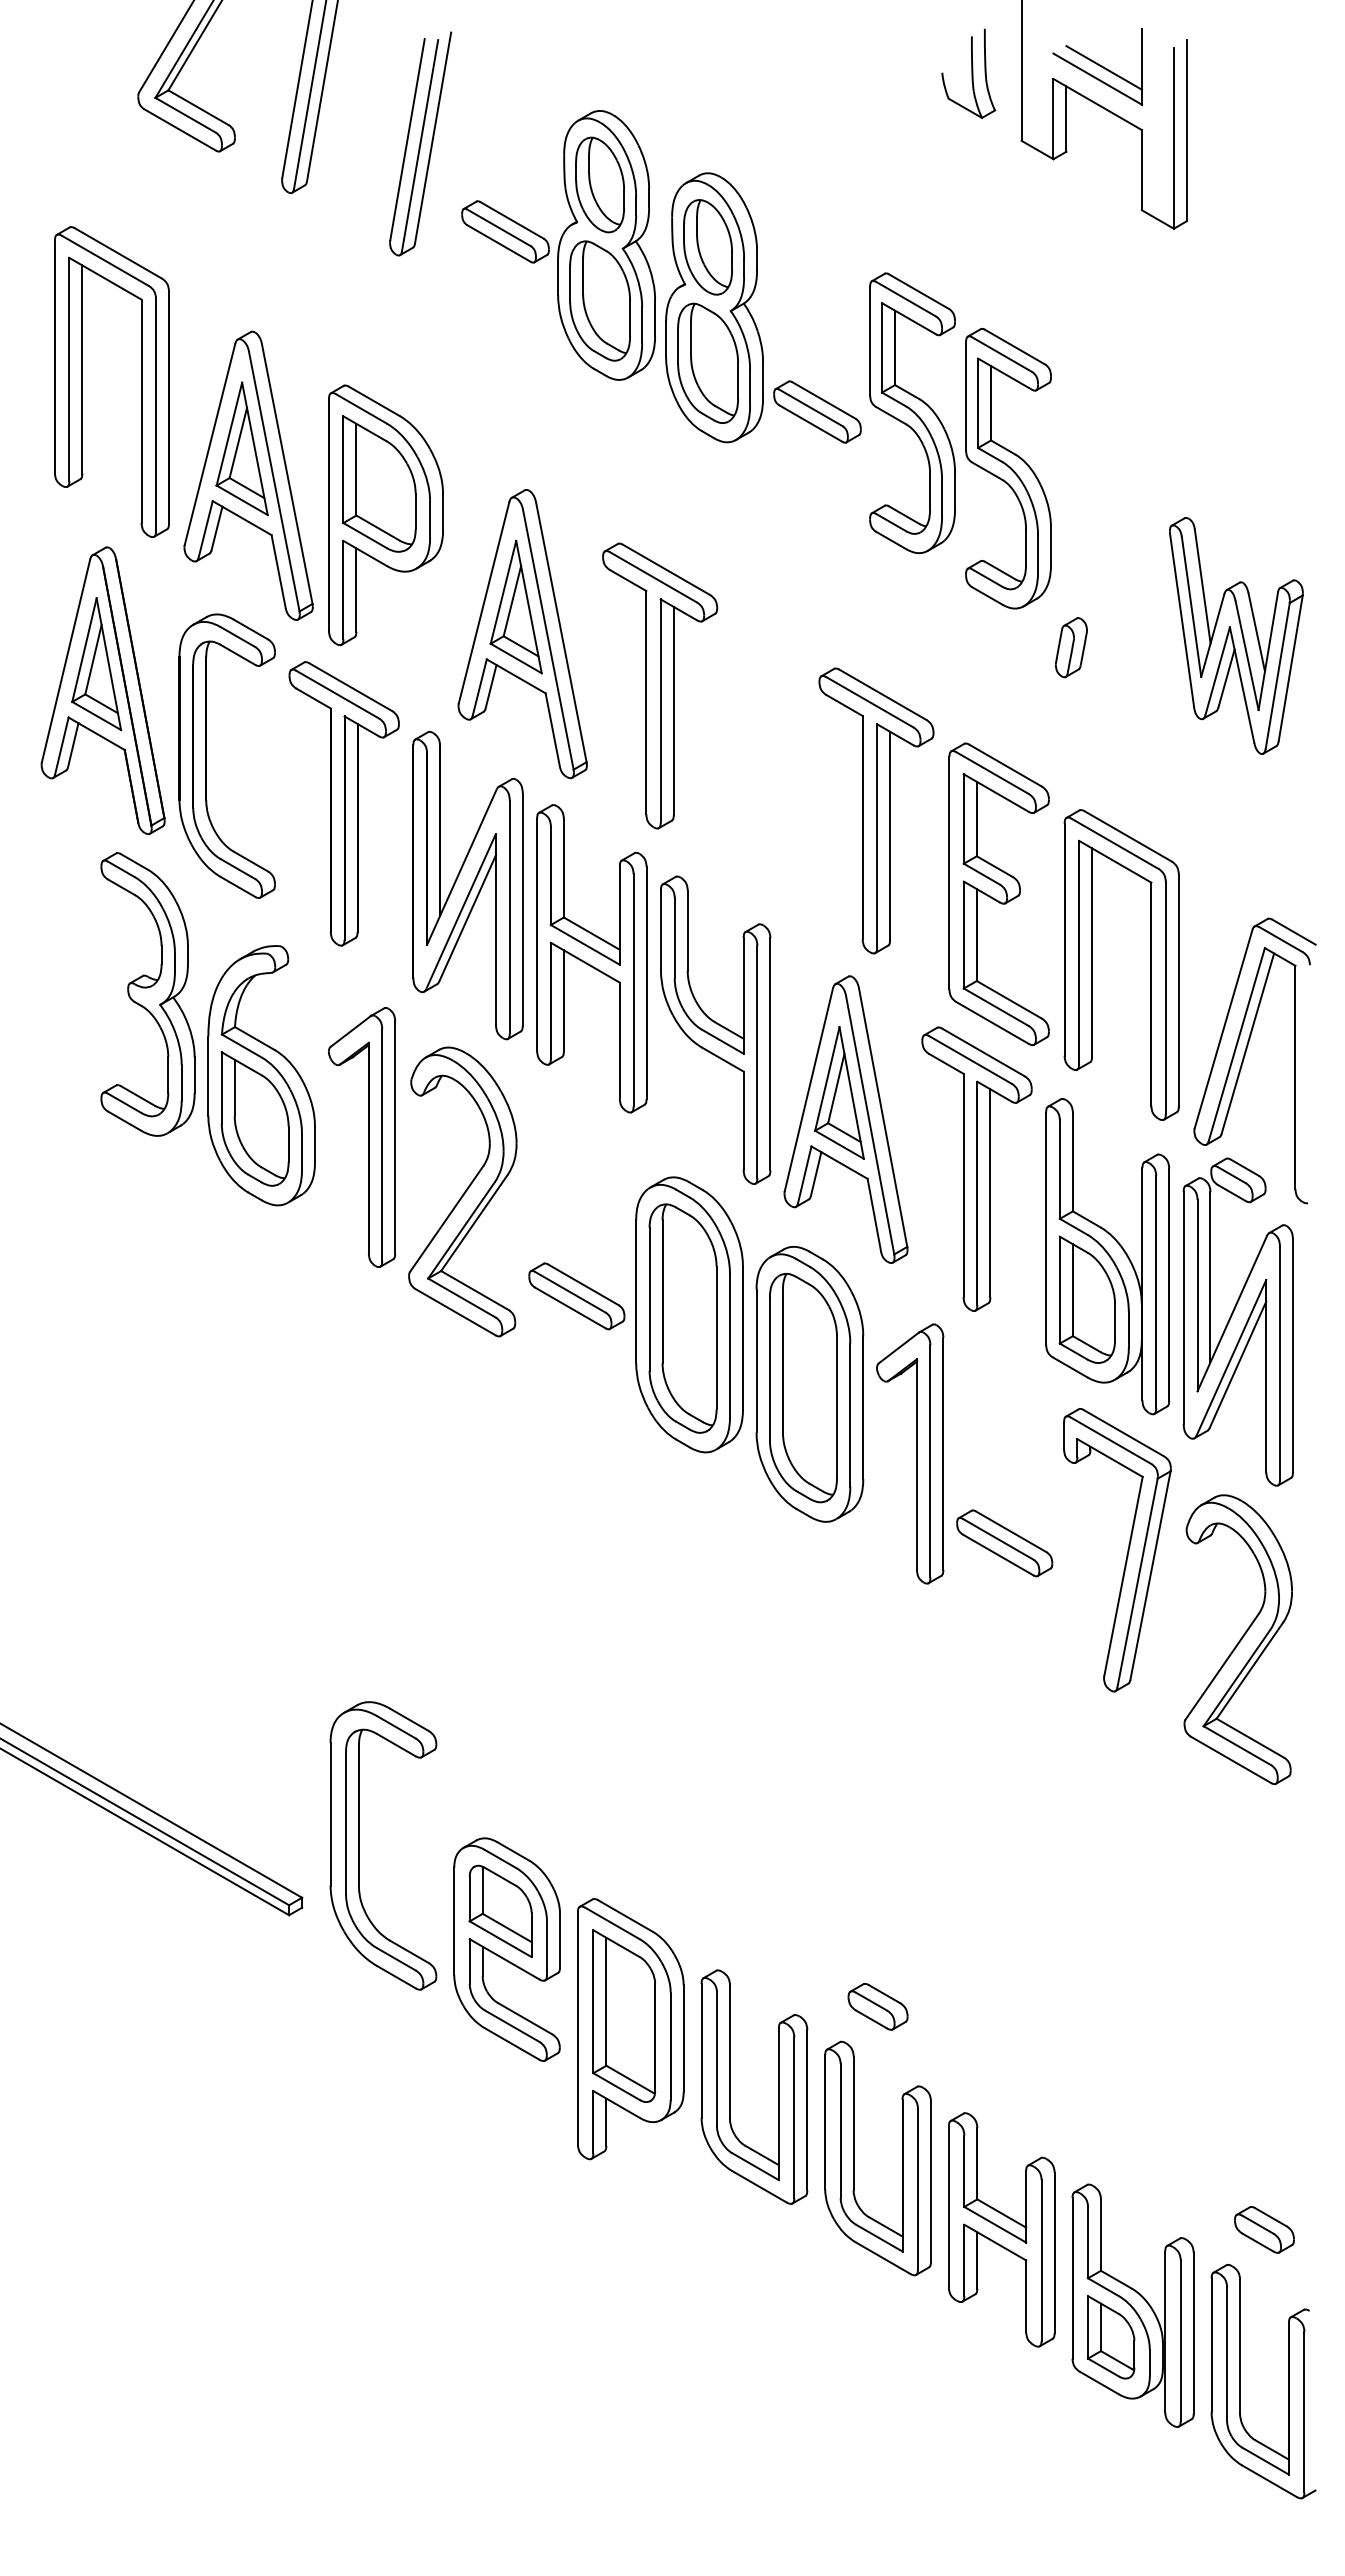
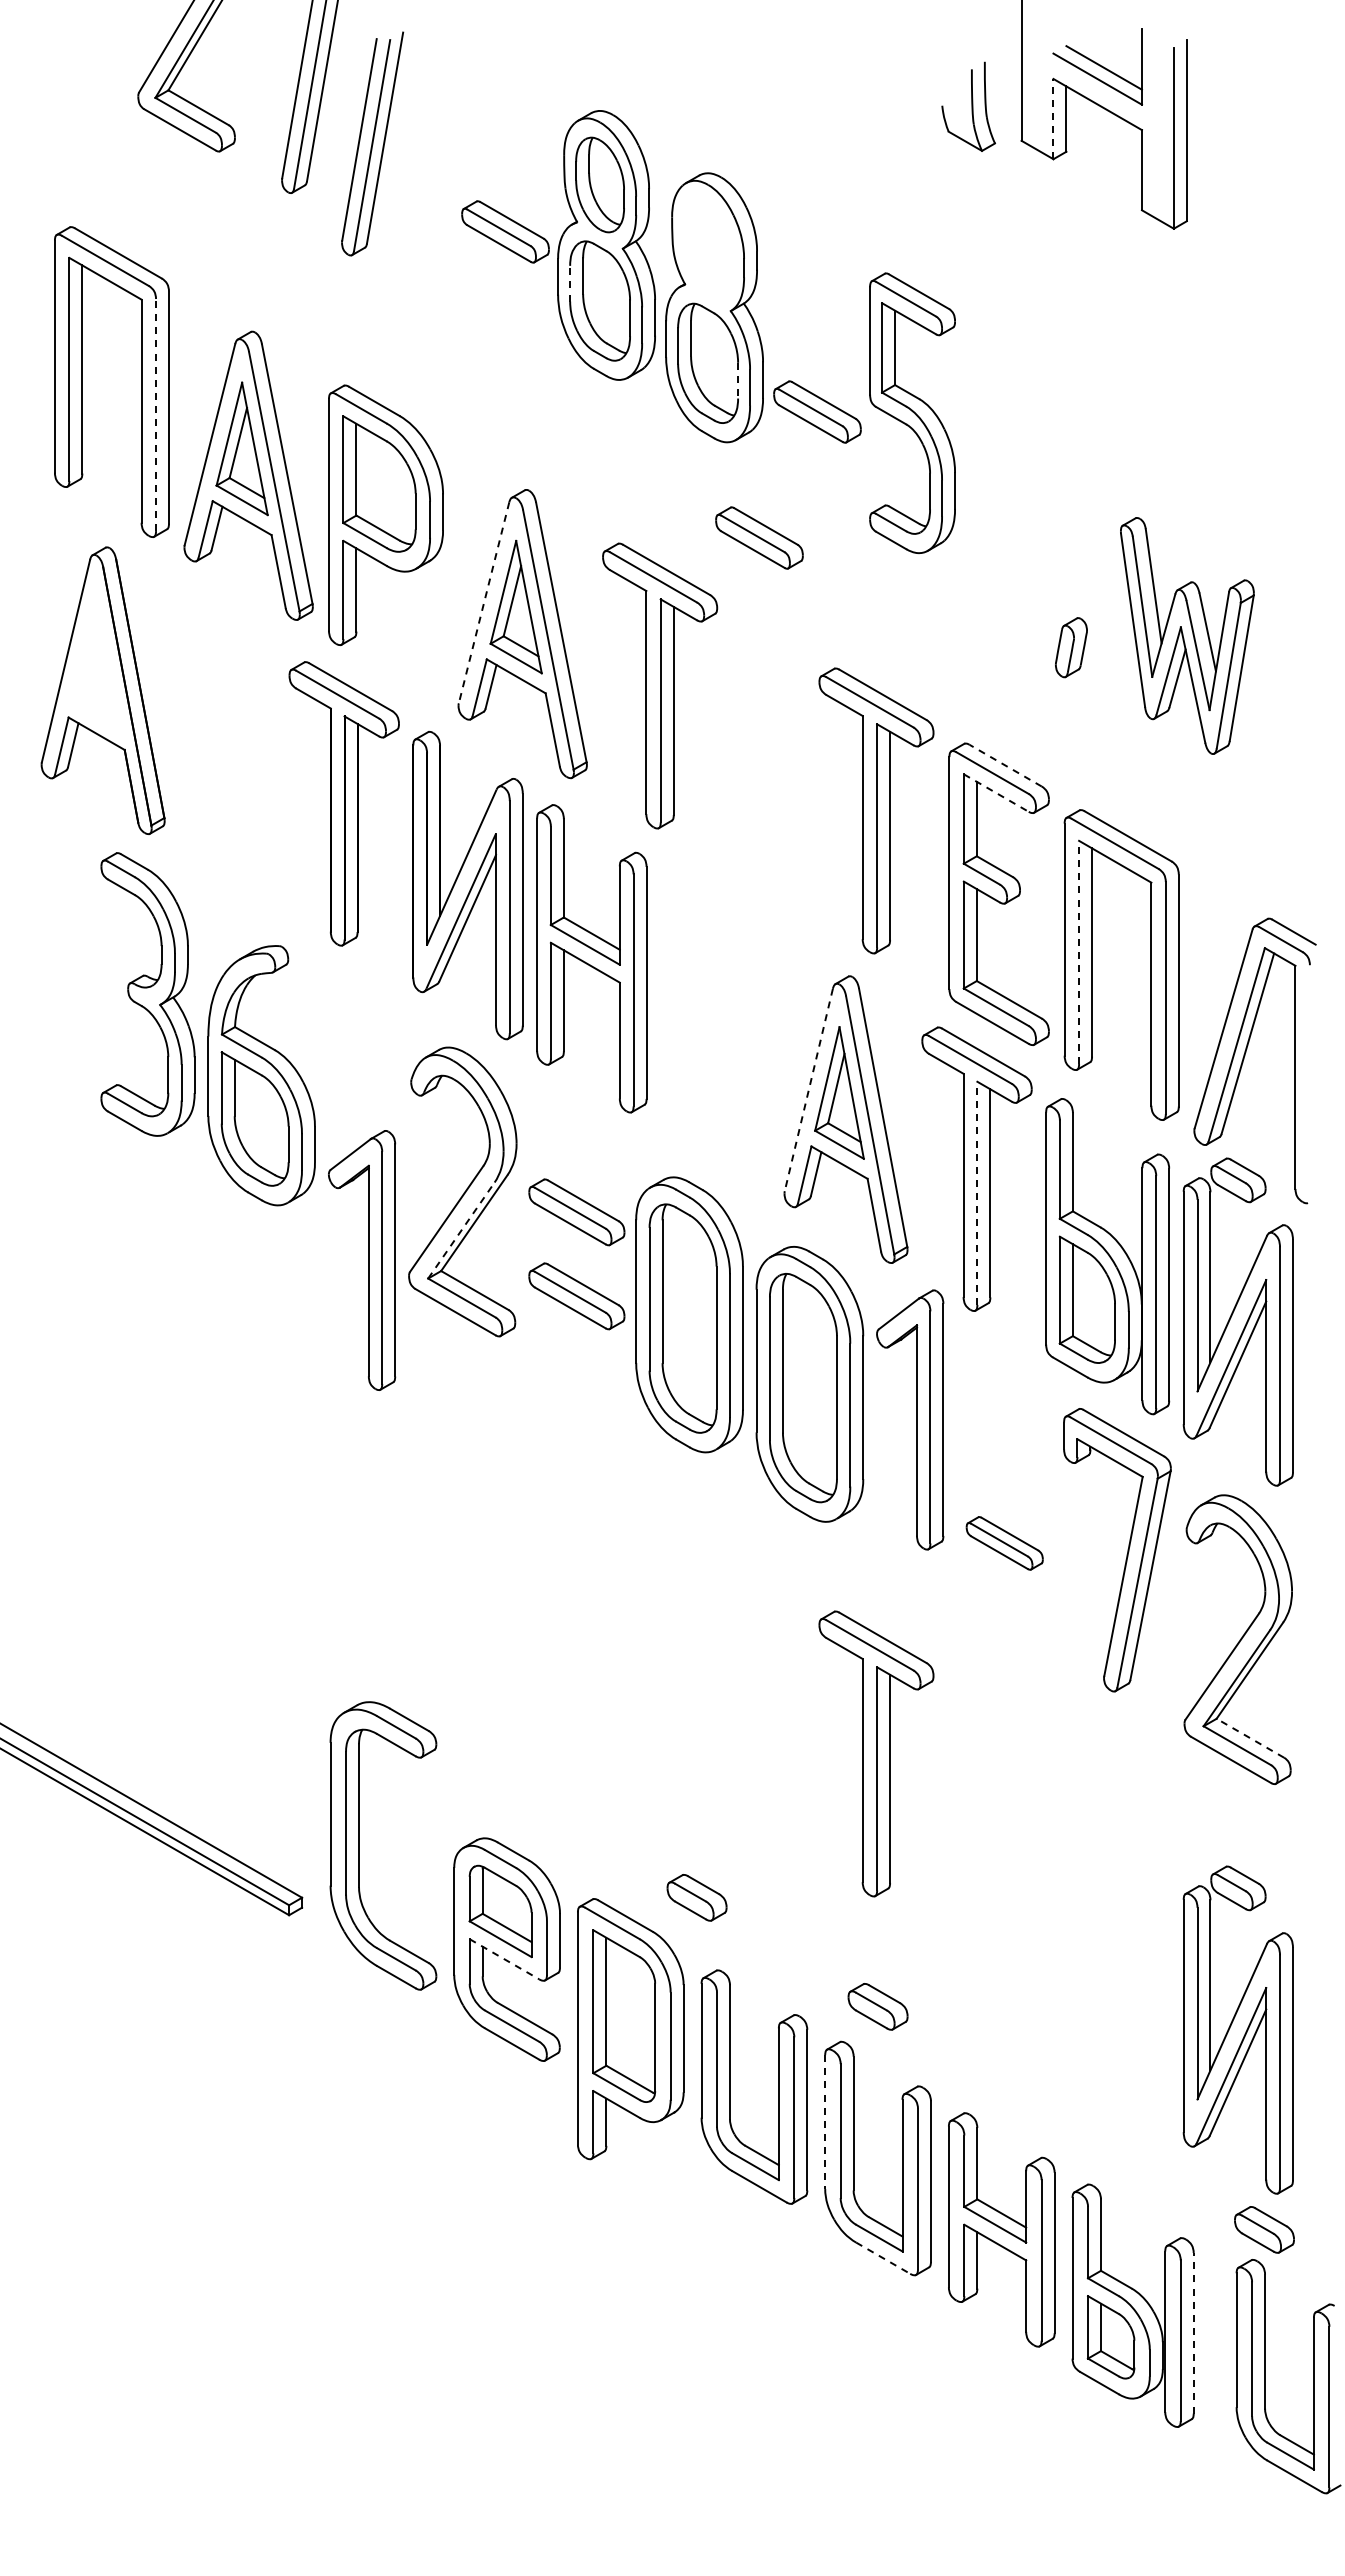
part at (968, 73) position: (968, 73) -> (968, 106)
line at (1053, 118): solid -> dashed
part at (420, 143) position: (420, 143) -> (372, 143)
part at (707, 247): present -> none
line at (570, 283): solid -> dashed
line at (738, 380): solid -> dashed
line at (156, 414): solid -> dashed
part at (1008, 468): present -> none
part at (759, 537): none -> present
line at (484, 602): solid -> dashed
part at (1236, 635) position: (1236, 635) -> (1187, 635)
part at (96, 663): present -> none
part at (206, 755): present -> none
line at (1005, 765): solid -> dashed
line at (996, 793): solid -> dashed
line at (1079, 952): solid -> dashed
part at (715, 1029): present -> none
line at (808, 1090): solid -> dashed
part at (362, 1137) position: (362, 1137) -> (362, 1260)
line at (977, 1193): solid -> dashed
part at (576, 1212): none -> present
line at (461, 1230): solid -> dashed
part at (910, 1453) position: (910, 1453) -> (910, 1419)
part at (1004, 1543) size: 98x69 px -> 79x55 px
line at (1250, 1738): solid -> dashed
part at (876, 1753): none -> present
part at (696, 1897): none -> present
line at (504, 1959): solid -> dashed
part at (1237, 2029): none -> present
line at (825, 2122): solid -> dashed
line at (883, 2258): solid -> dashed
line at (1193, 2332): solid -> dashed
part at (1240, 2381) position: (1240, 2381) -> (1265, 2376)
